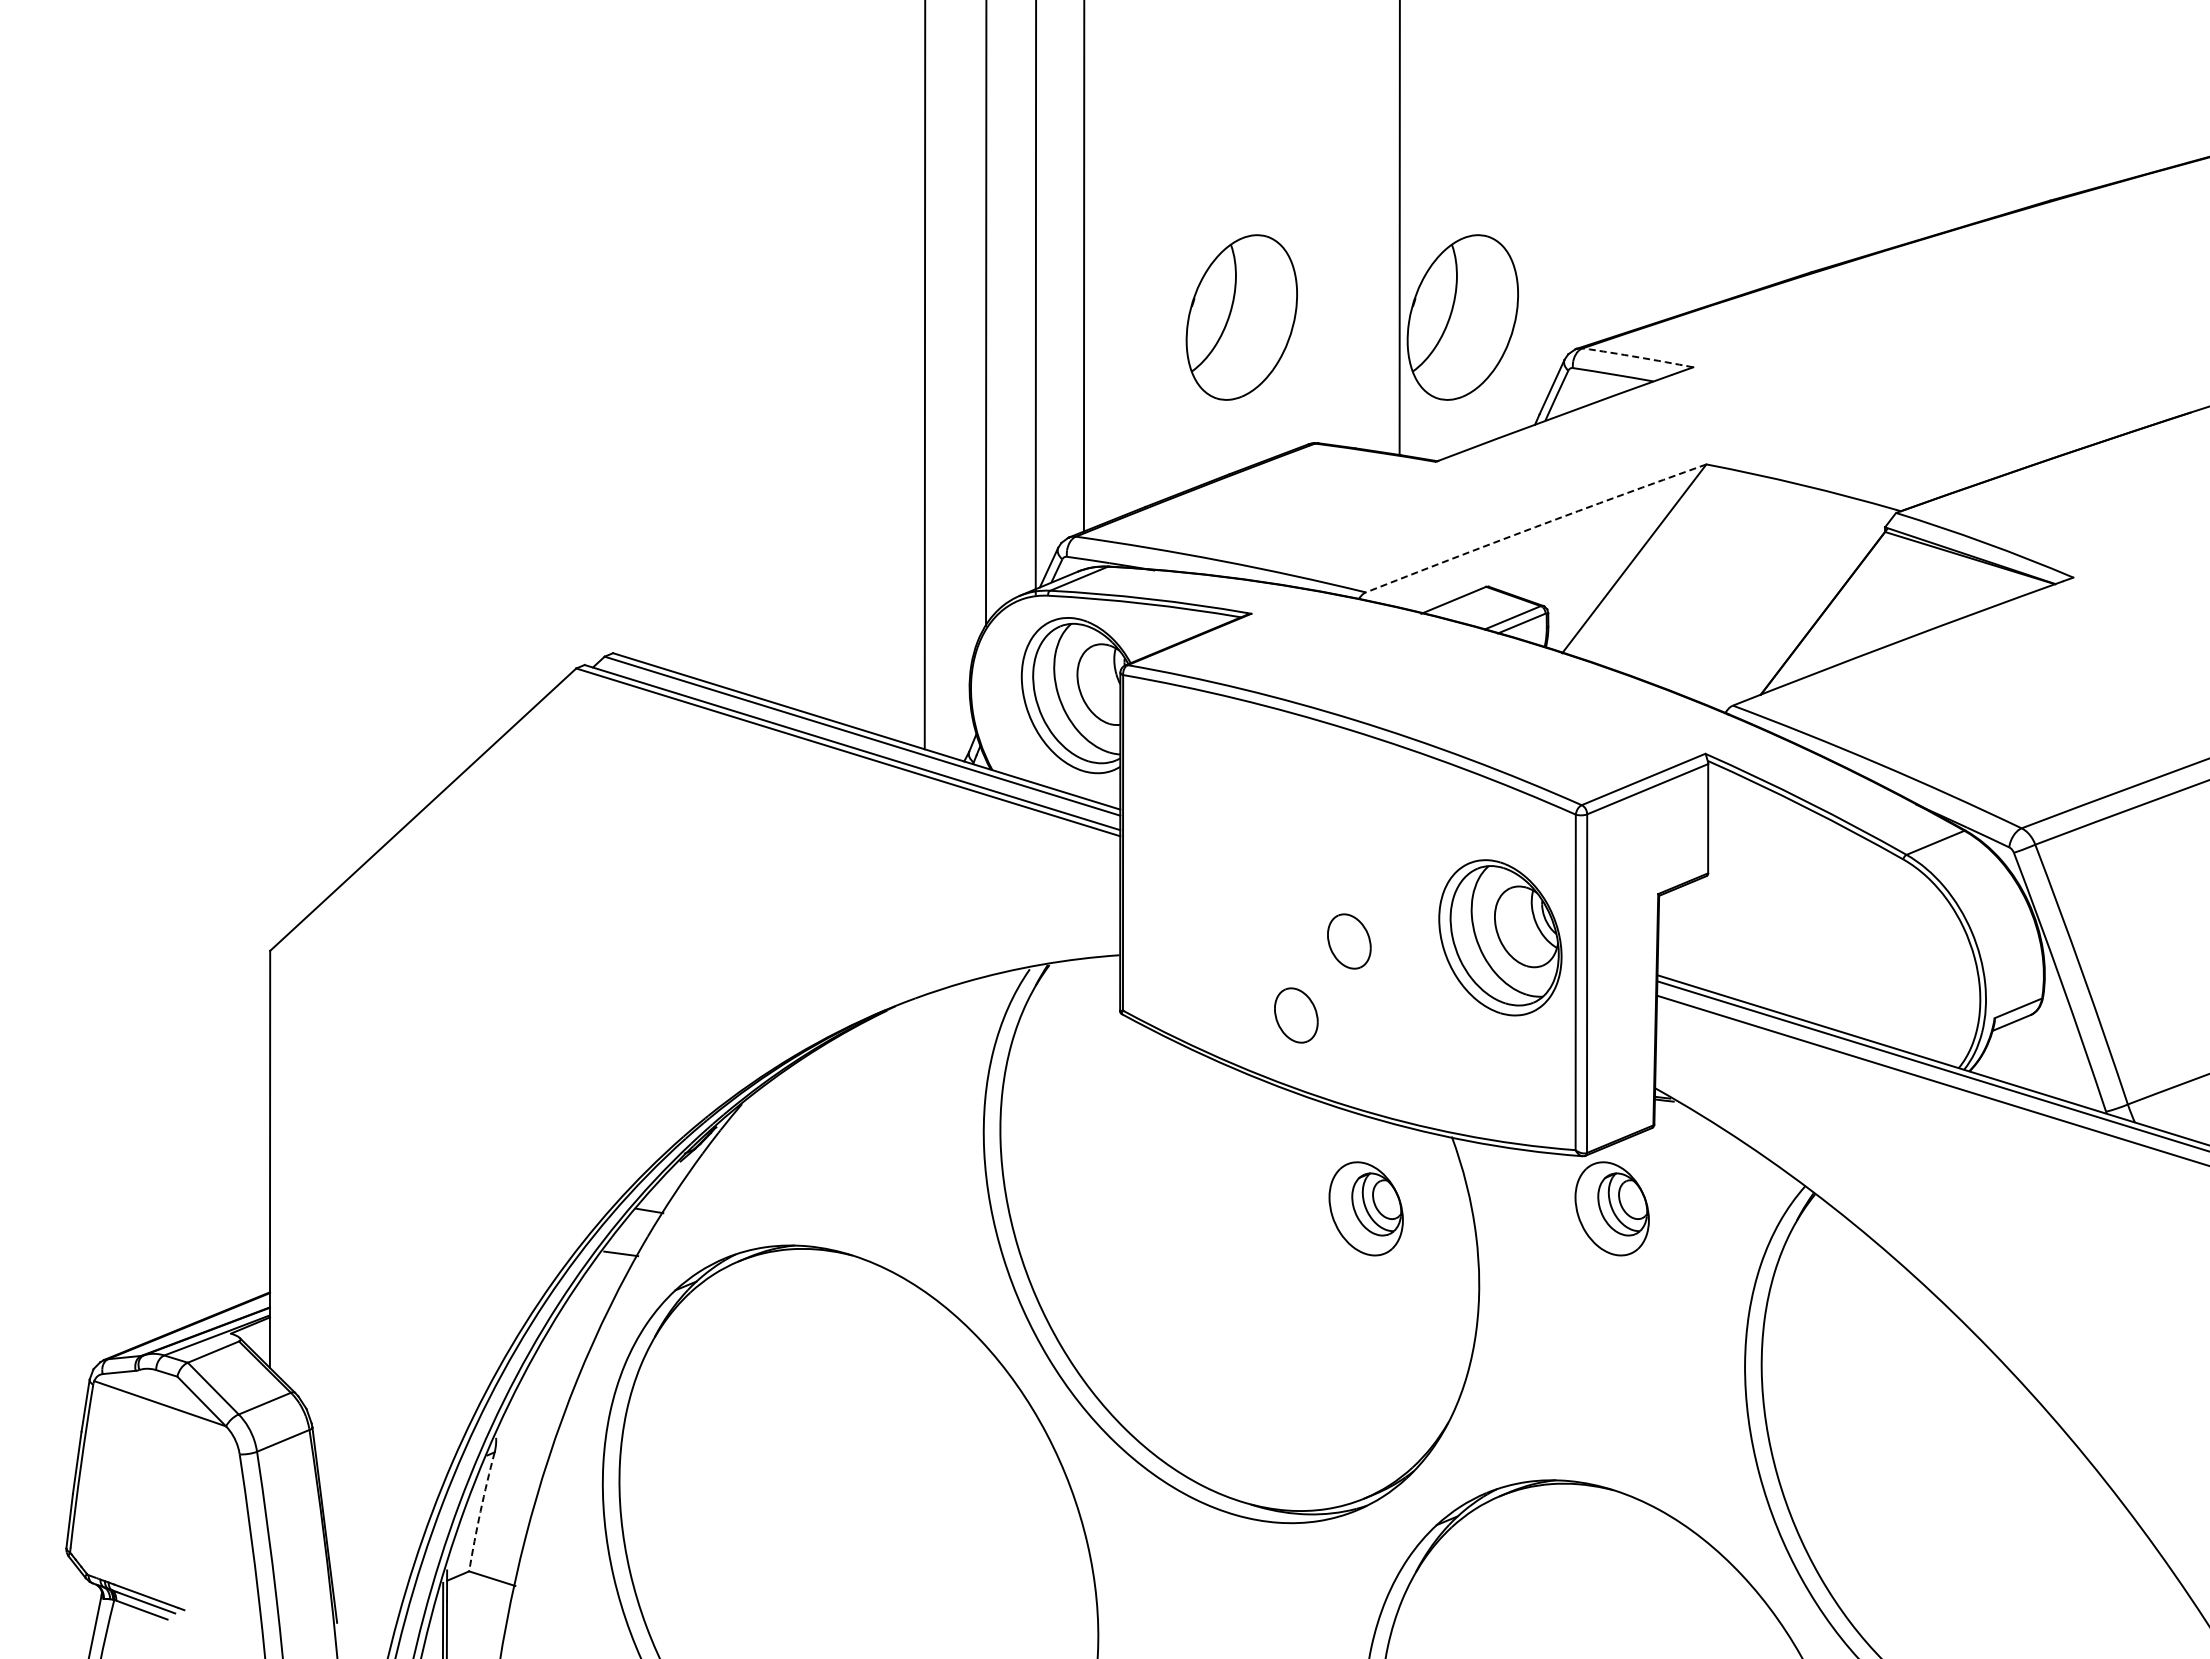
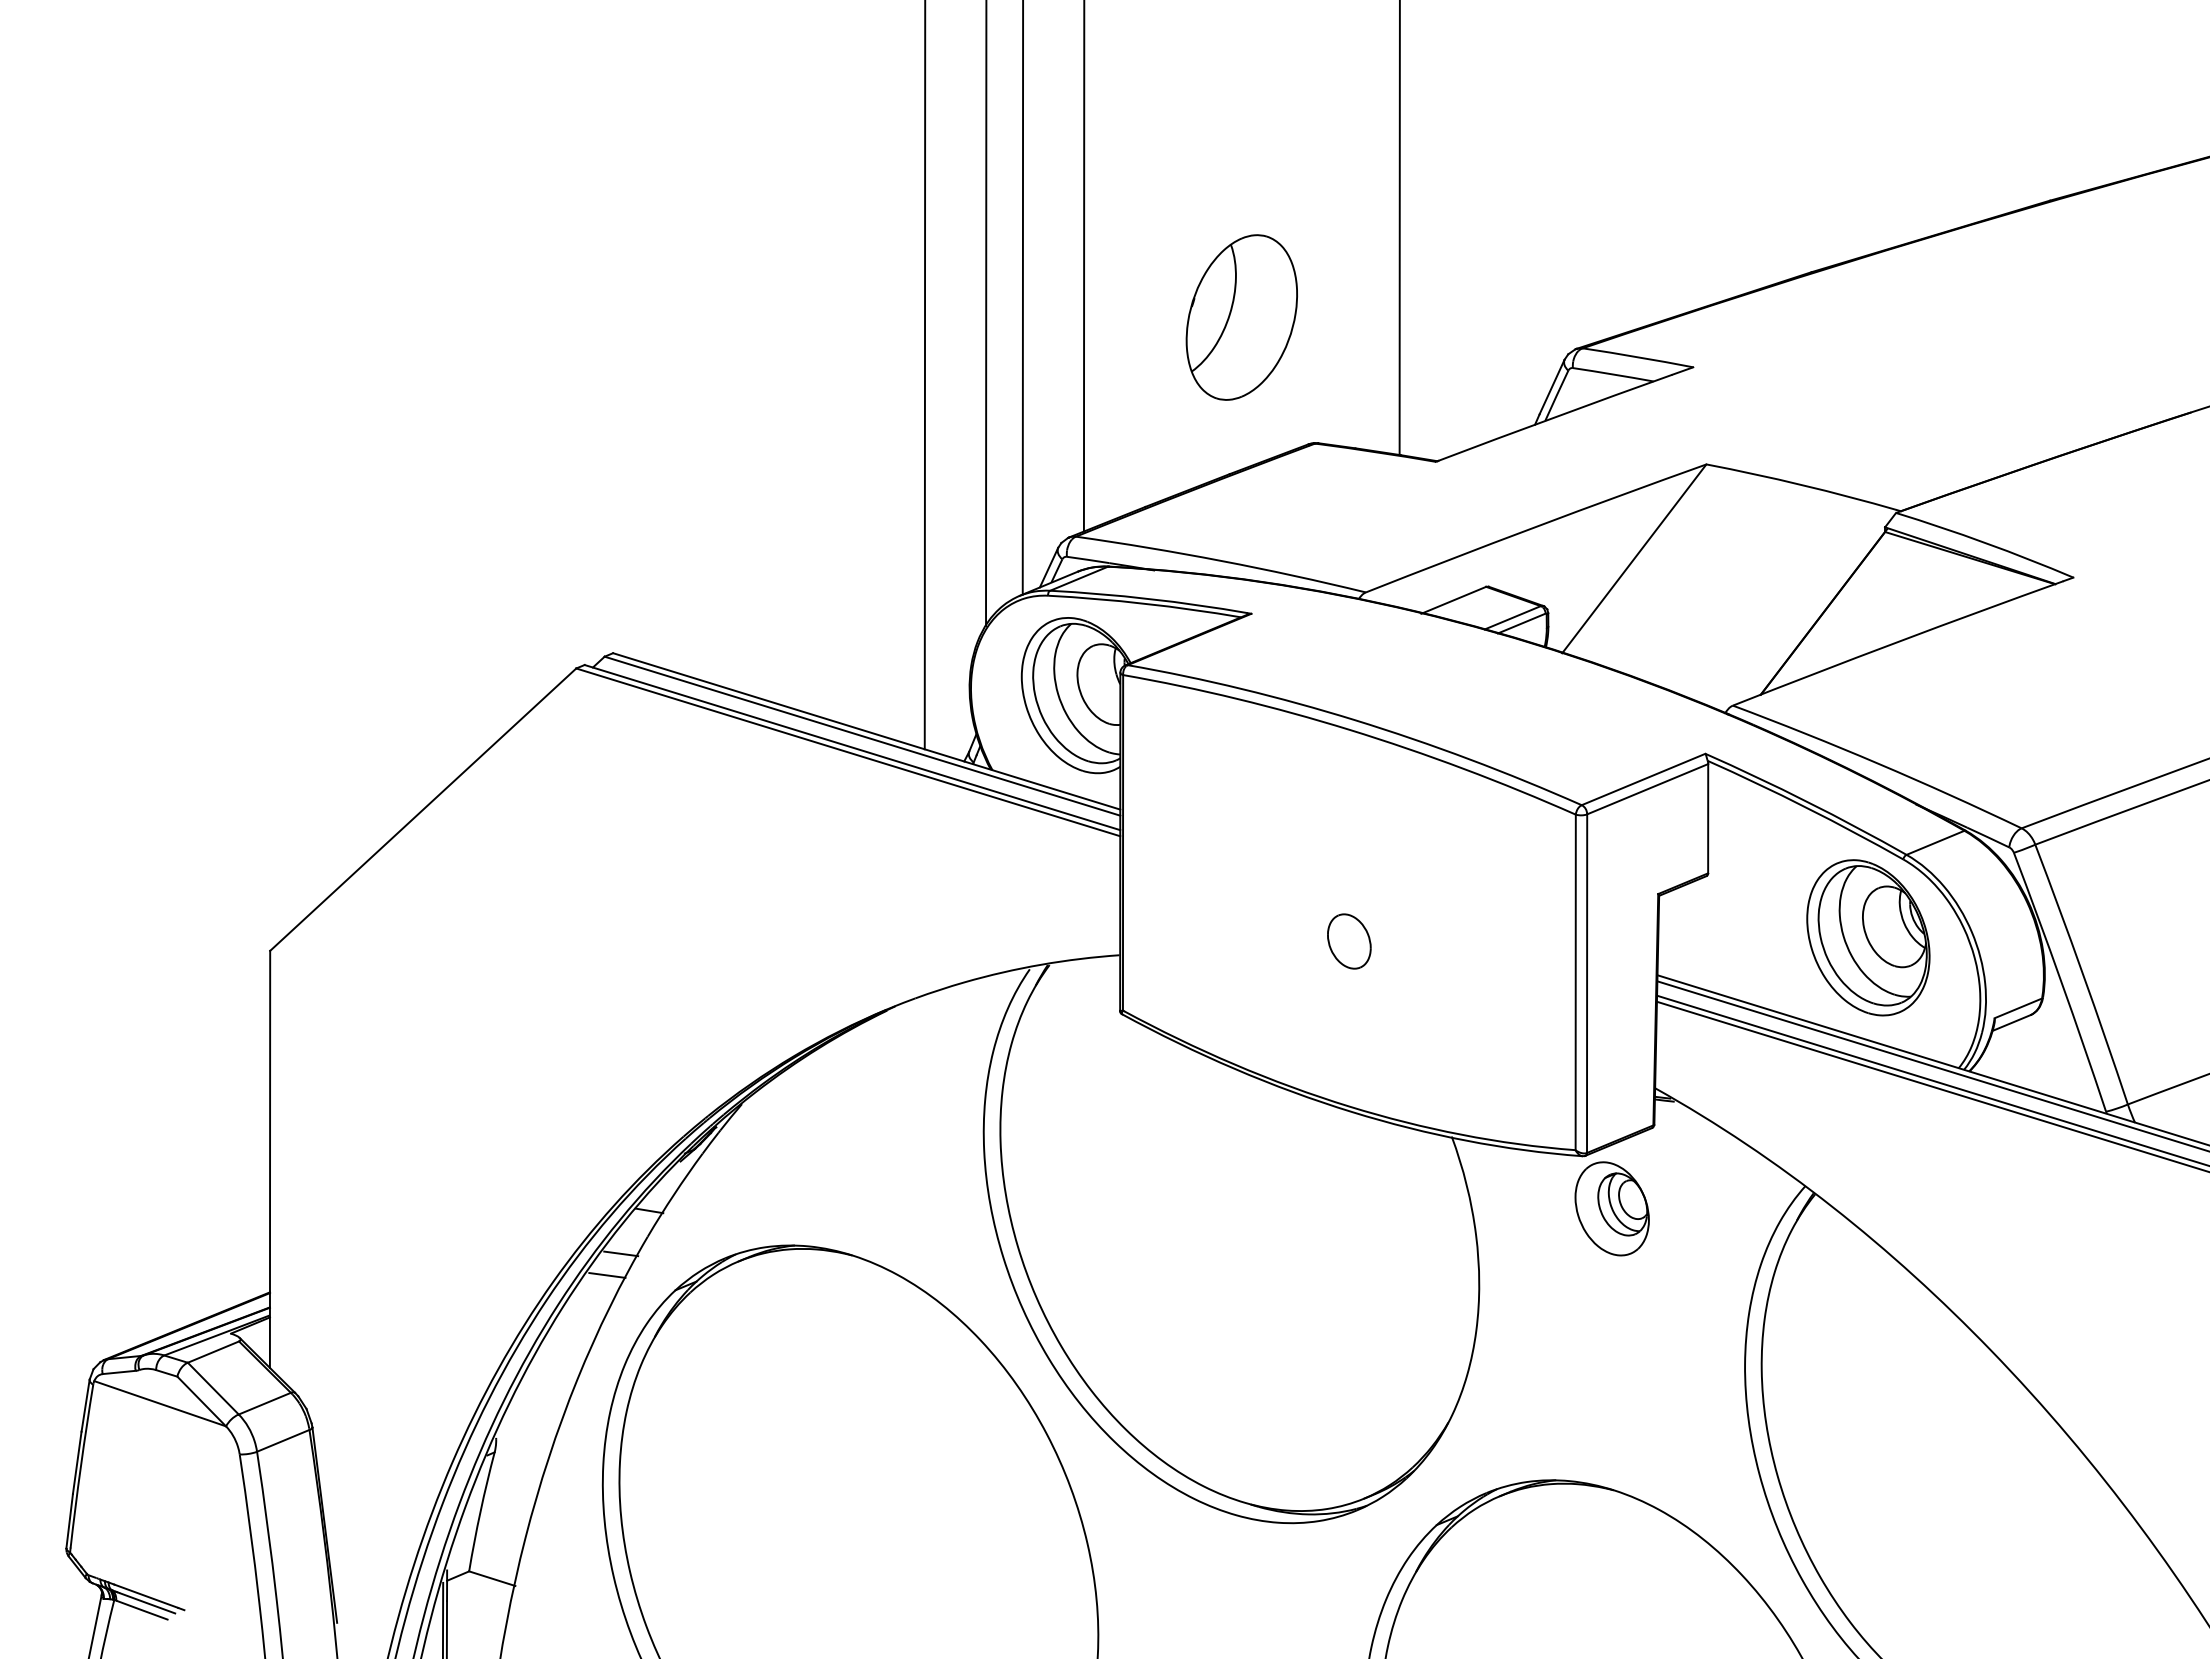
line at (1035, 298) position: (1035, 298) -> (1022, 298)
part at (1462, 317): present -> none
arc at (1638, 357): dashed -> solid
arc at (1535, 527): dashed -> solid
part at (1500, 937) position: (1500, 937) -> (1868, 937)
part at (1296, 1015): present -> none
line at (1931, 1086): none -> present
part at (1365, 1208): present -> none
line at (607, 1275): none -> present
arc at (480, 1511): dashed -> solid
